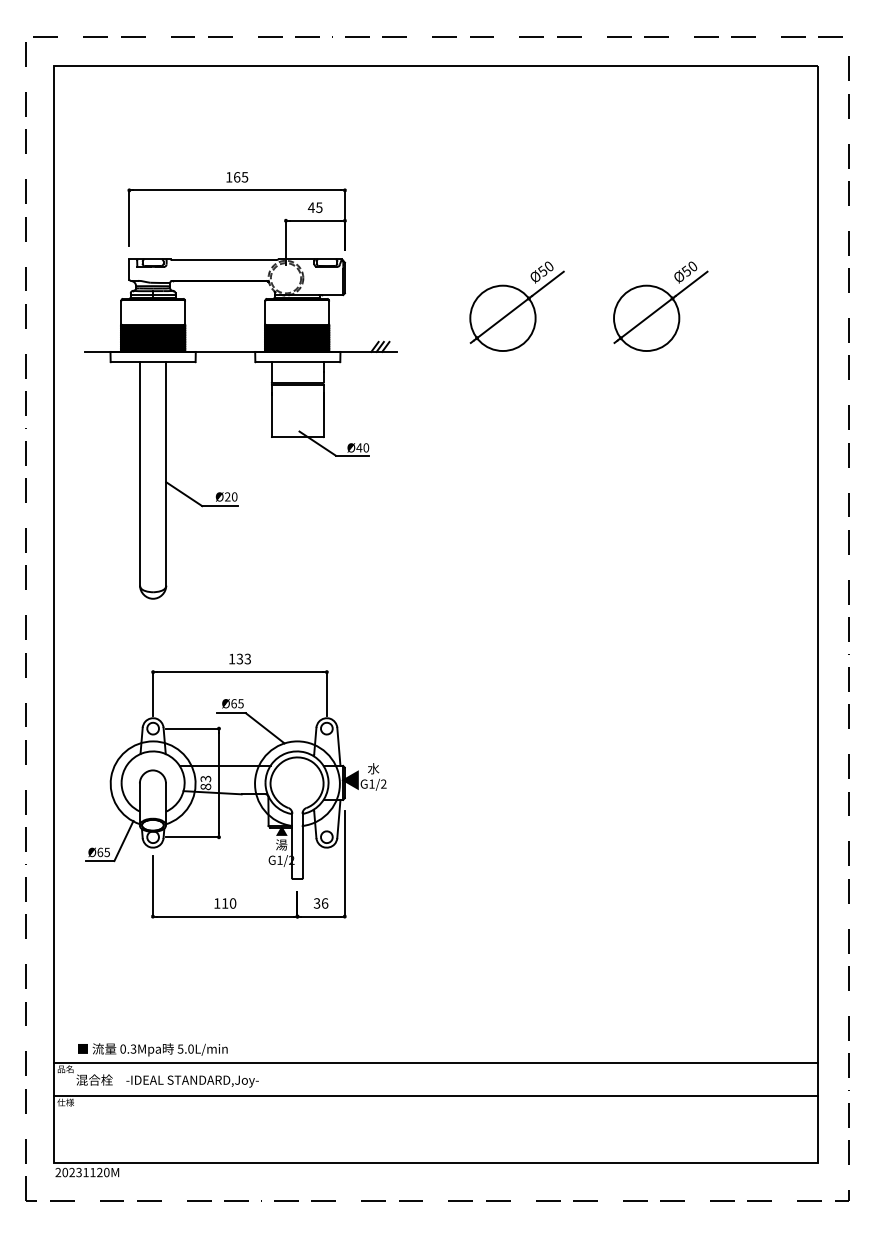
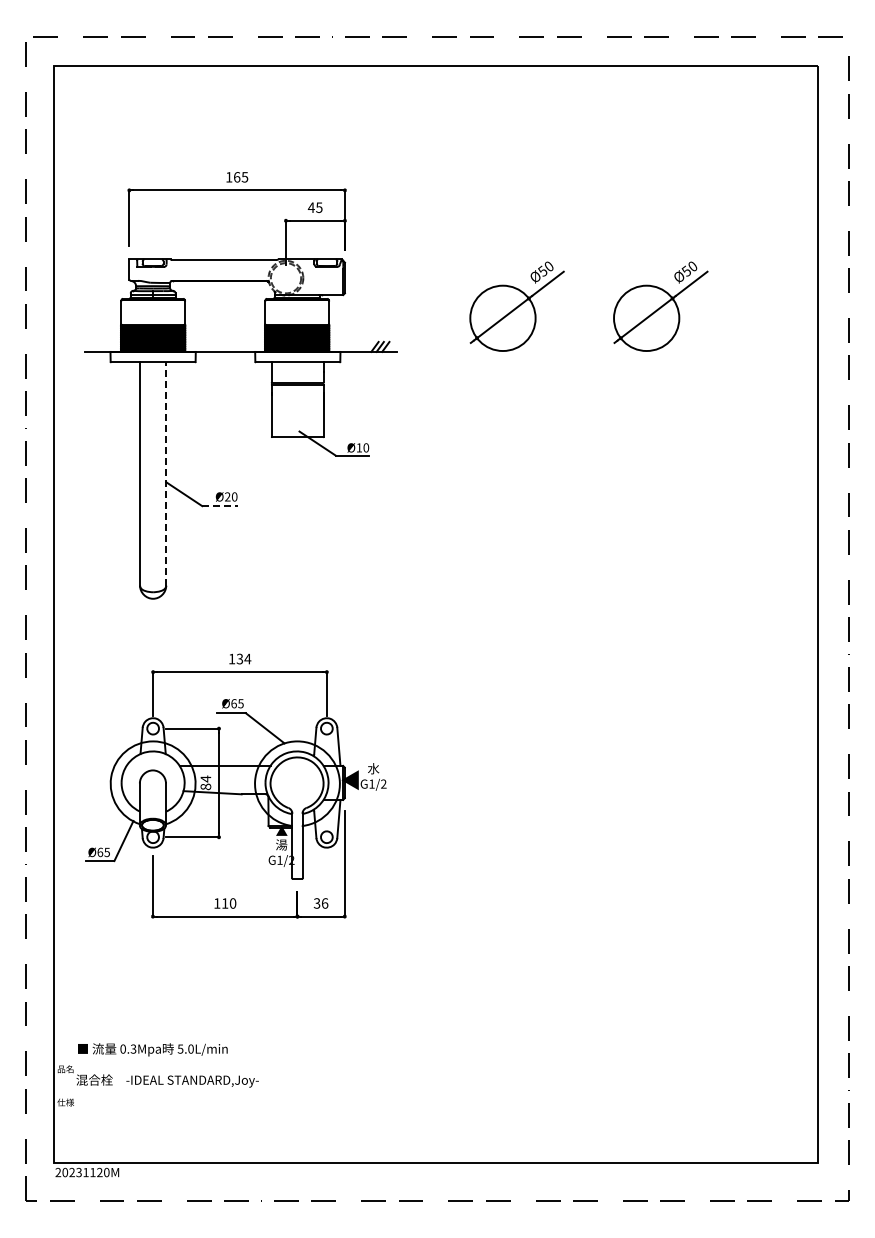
text at (359, 447): Ø40 -> Ø10
line at (166, 474): solid -> dashed
line at (220, 506): solid -> dashed
text at (247, 658): 133 -> 134
text at (205, 778): 83 -> 84
line at (436, 1062): present -> none
line at (436, 1096): present -> none
